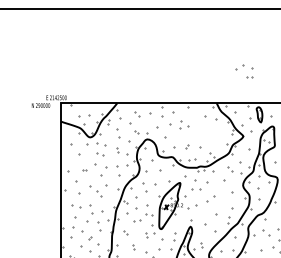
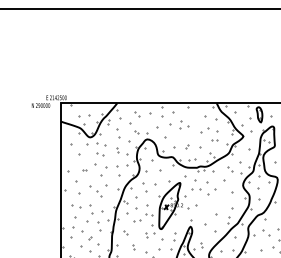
part at (244, 71) position: (244, 71) -> (209, 134)
part at (210, 198) position: (210, 198) -> (211, 191)
